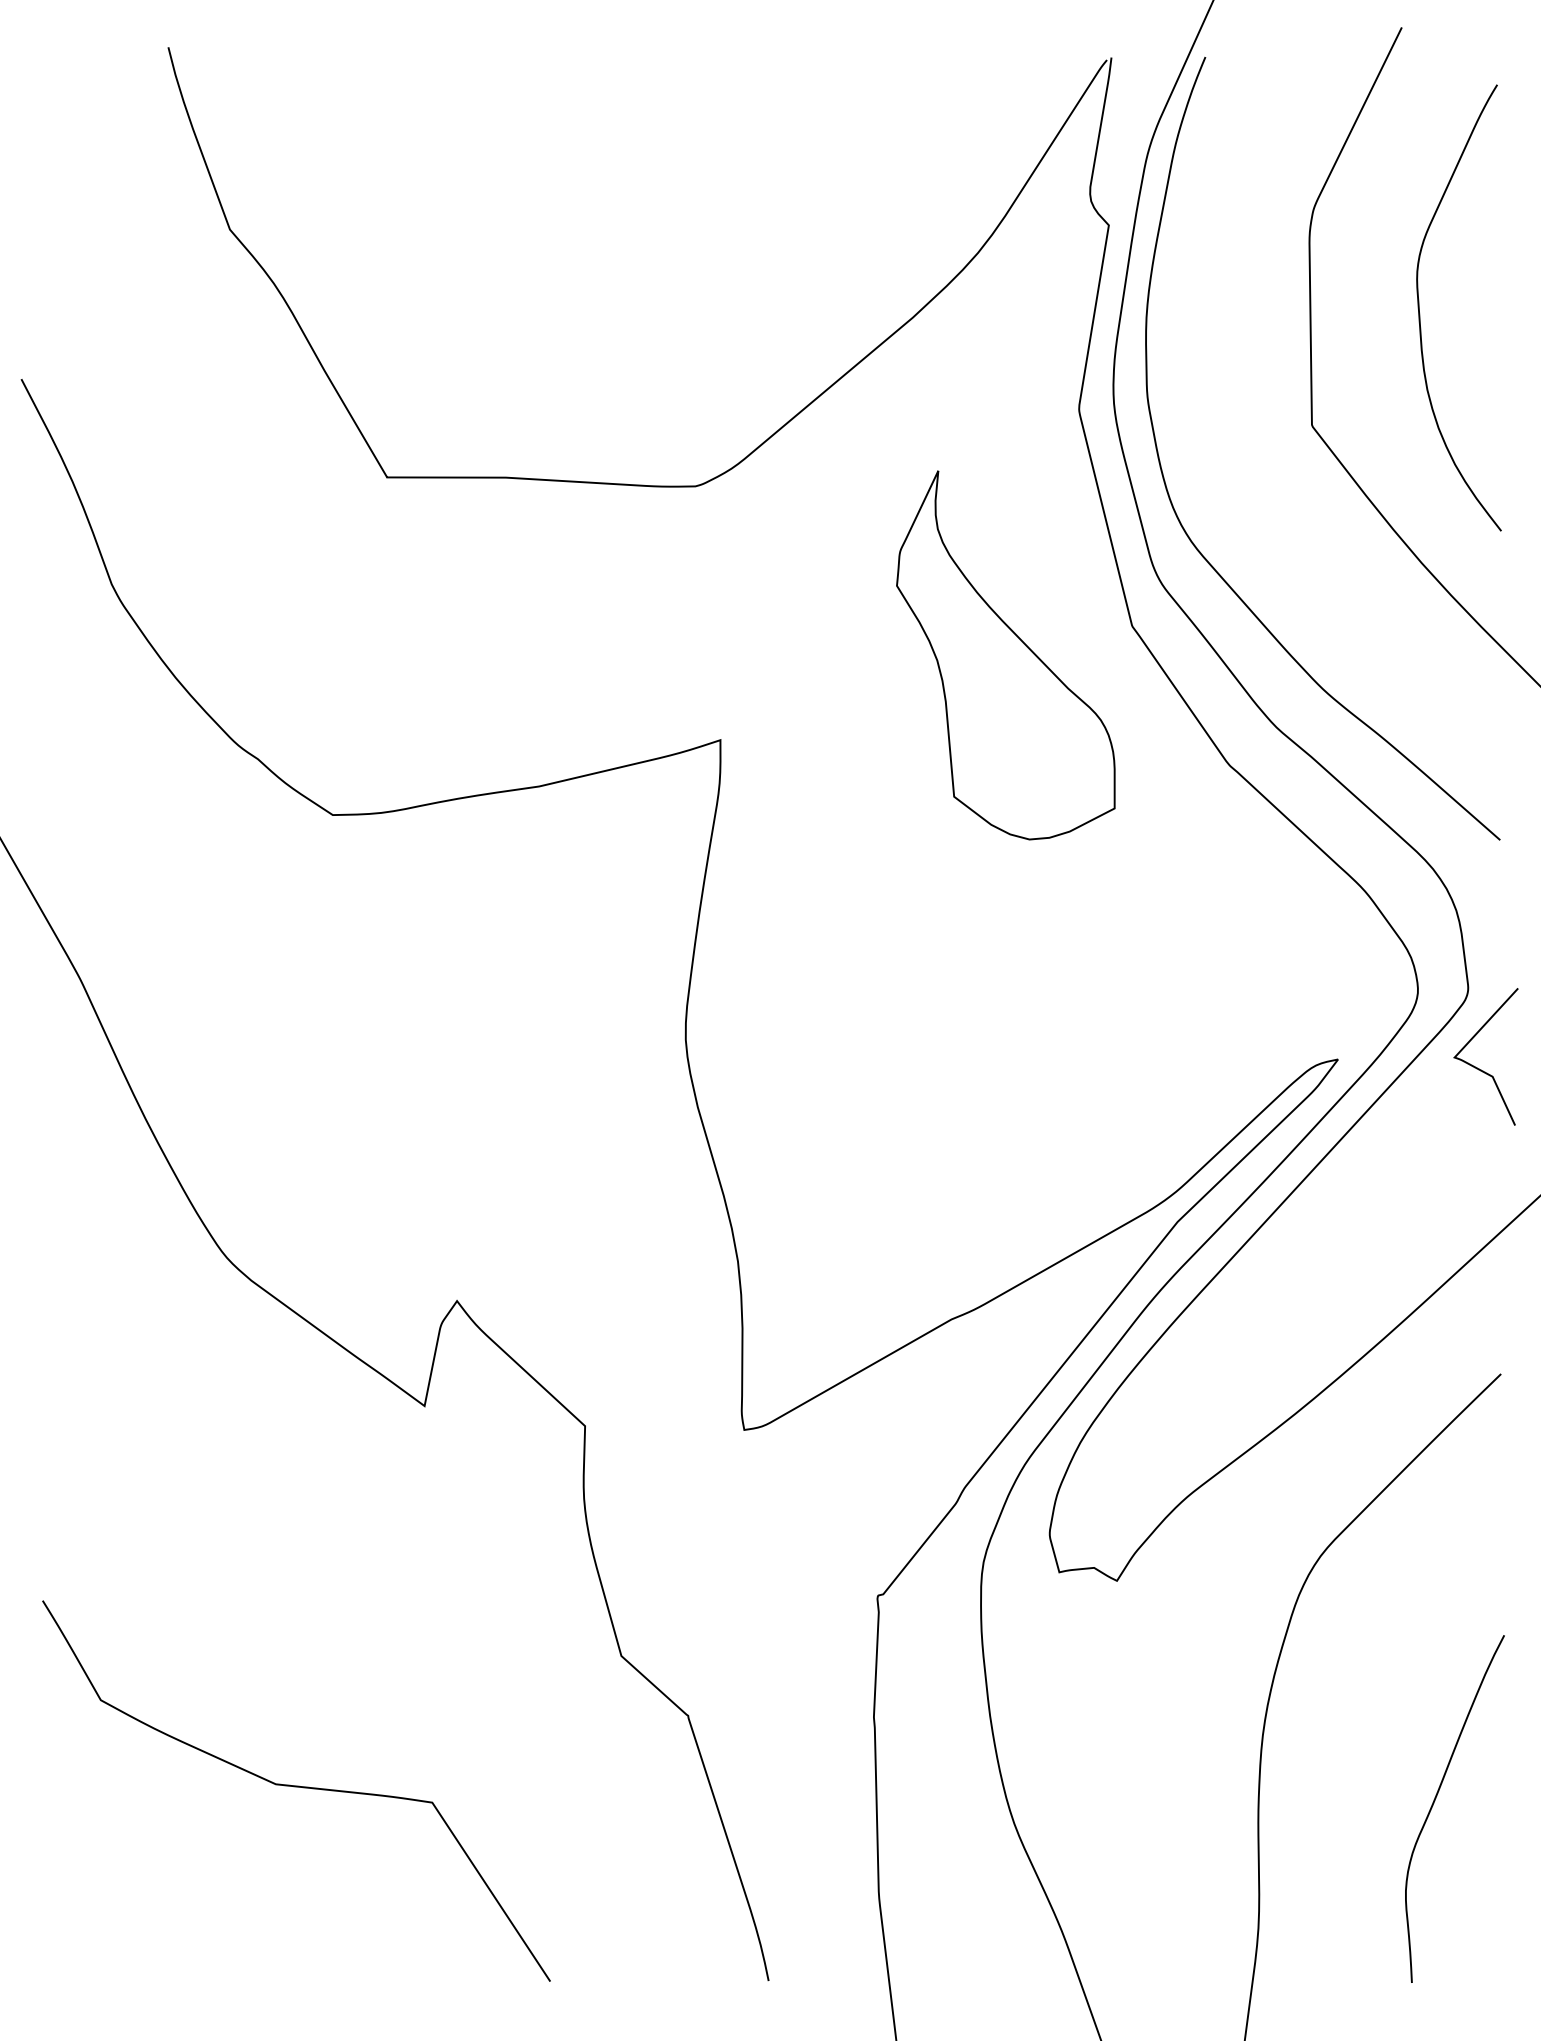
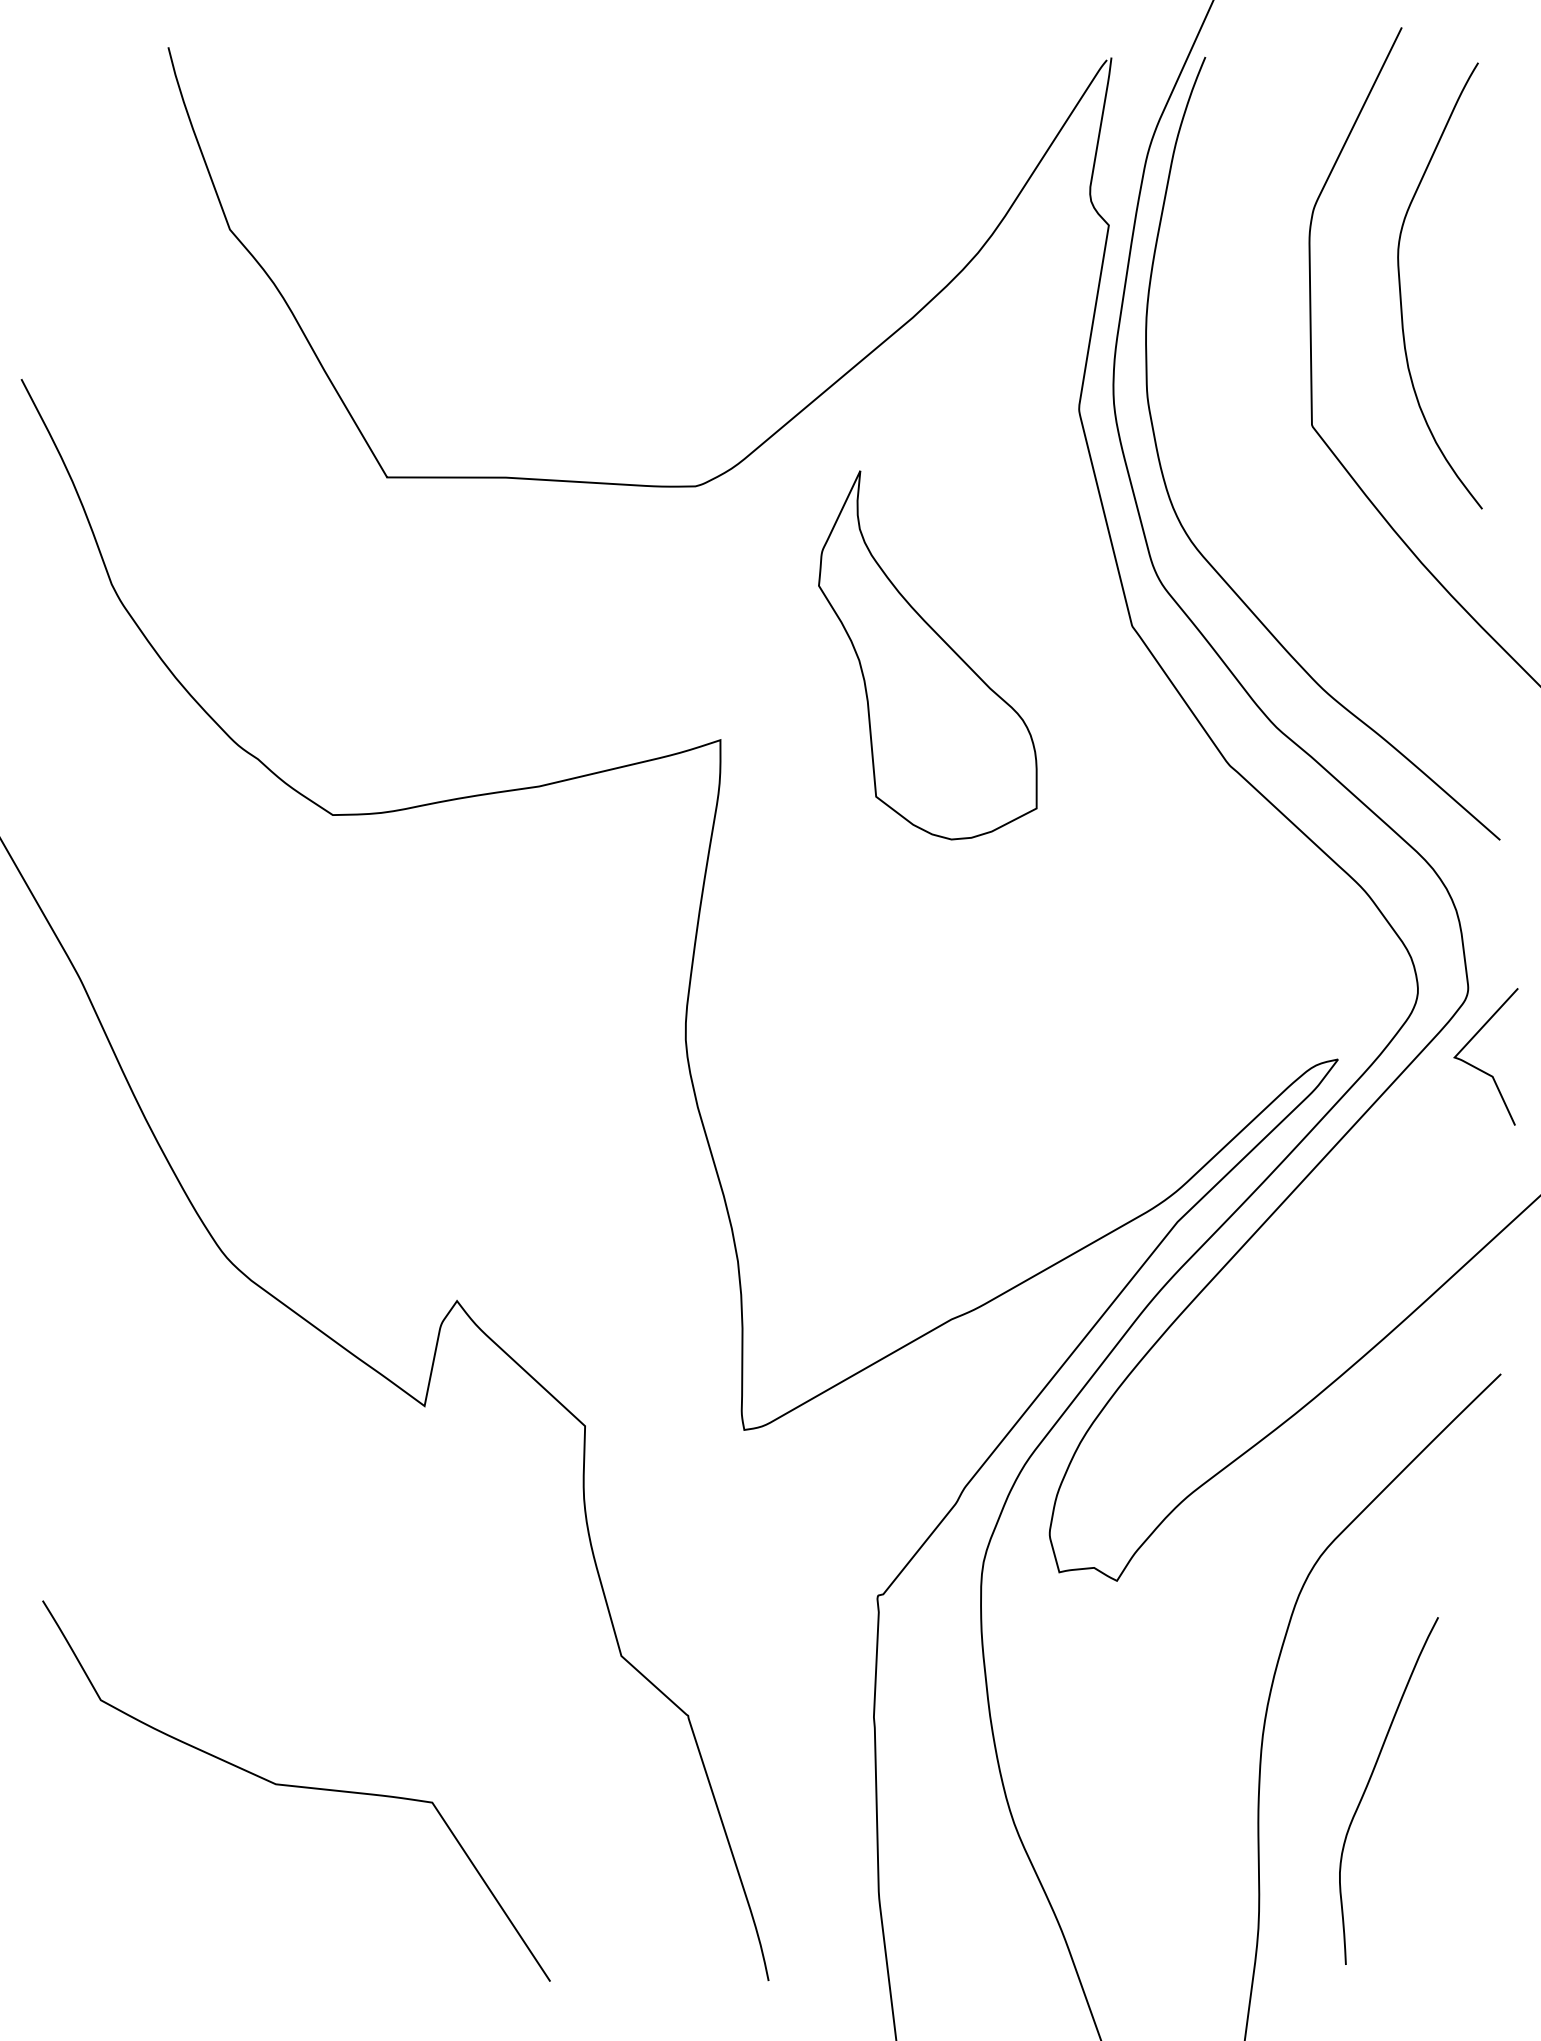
curve at (1420, 313) position: (1420, 313) -> (1401, 291)
part at (1005, 655) position: (1005, 655) -> (927, 655)
curve at (1436, 1798) position: (1436, 1798) -> (1370, 1780)
